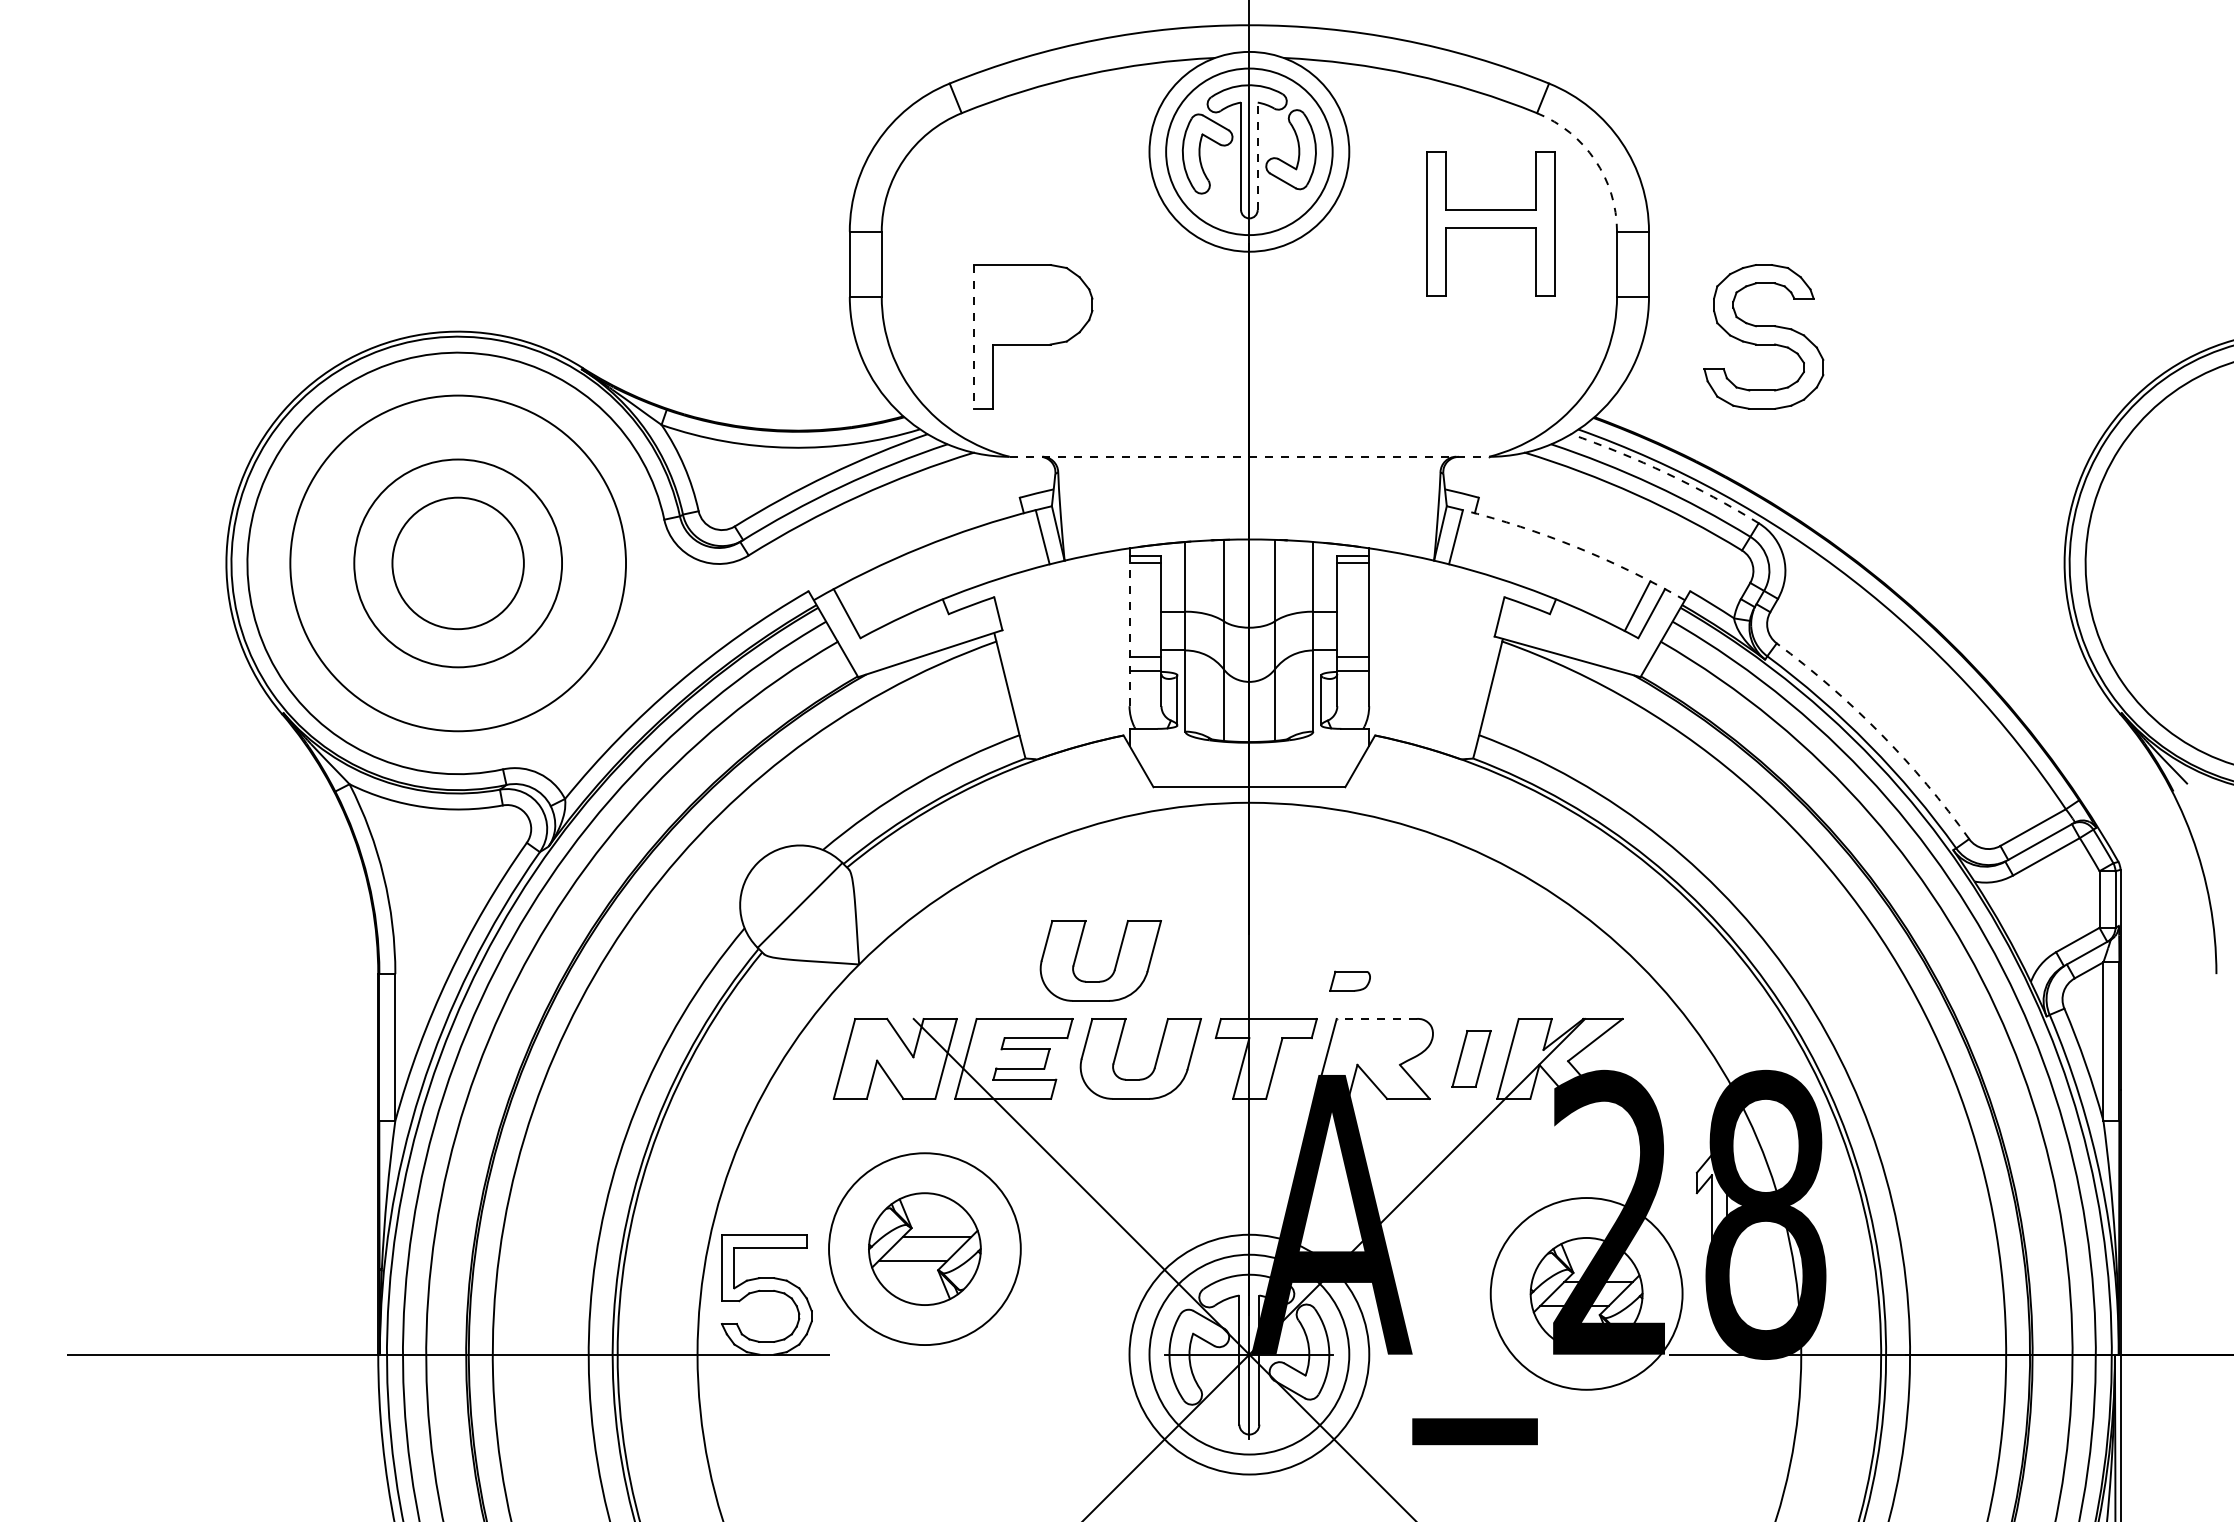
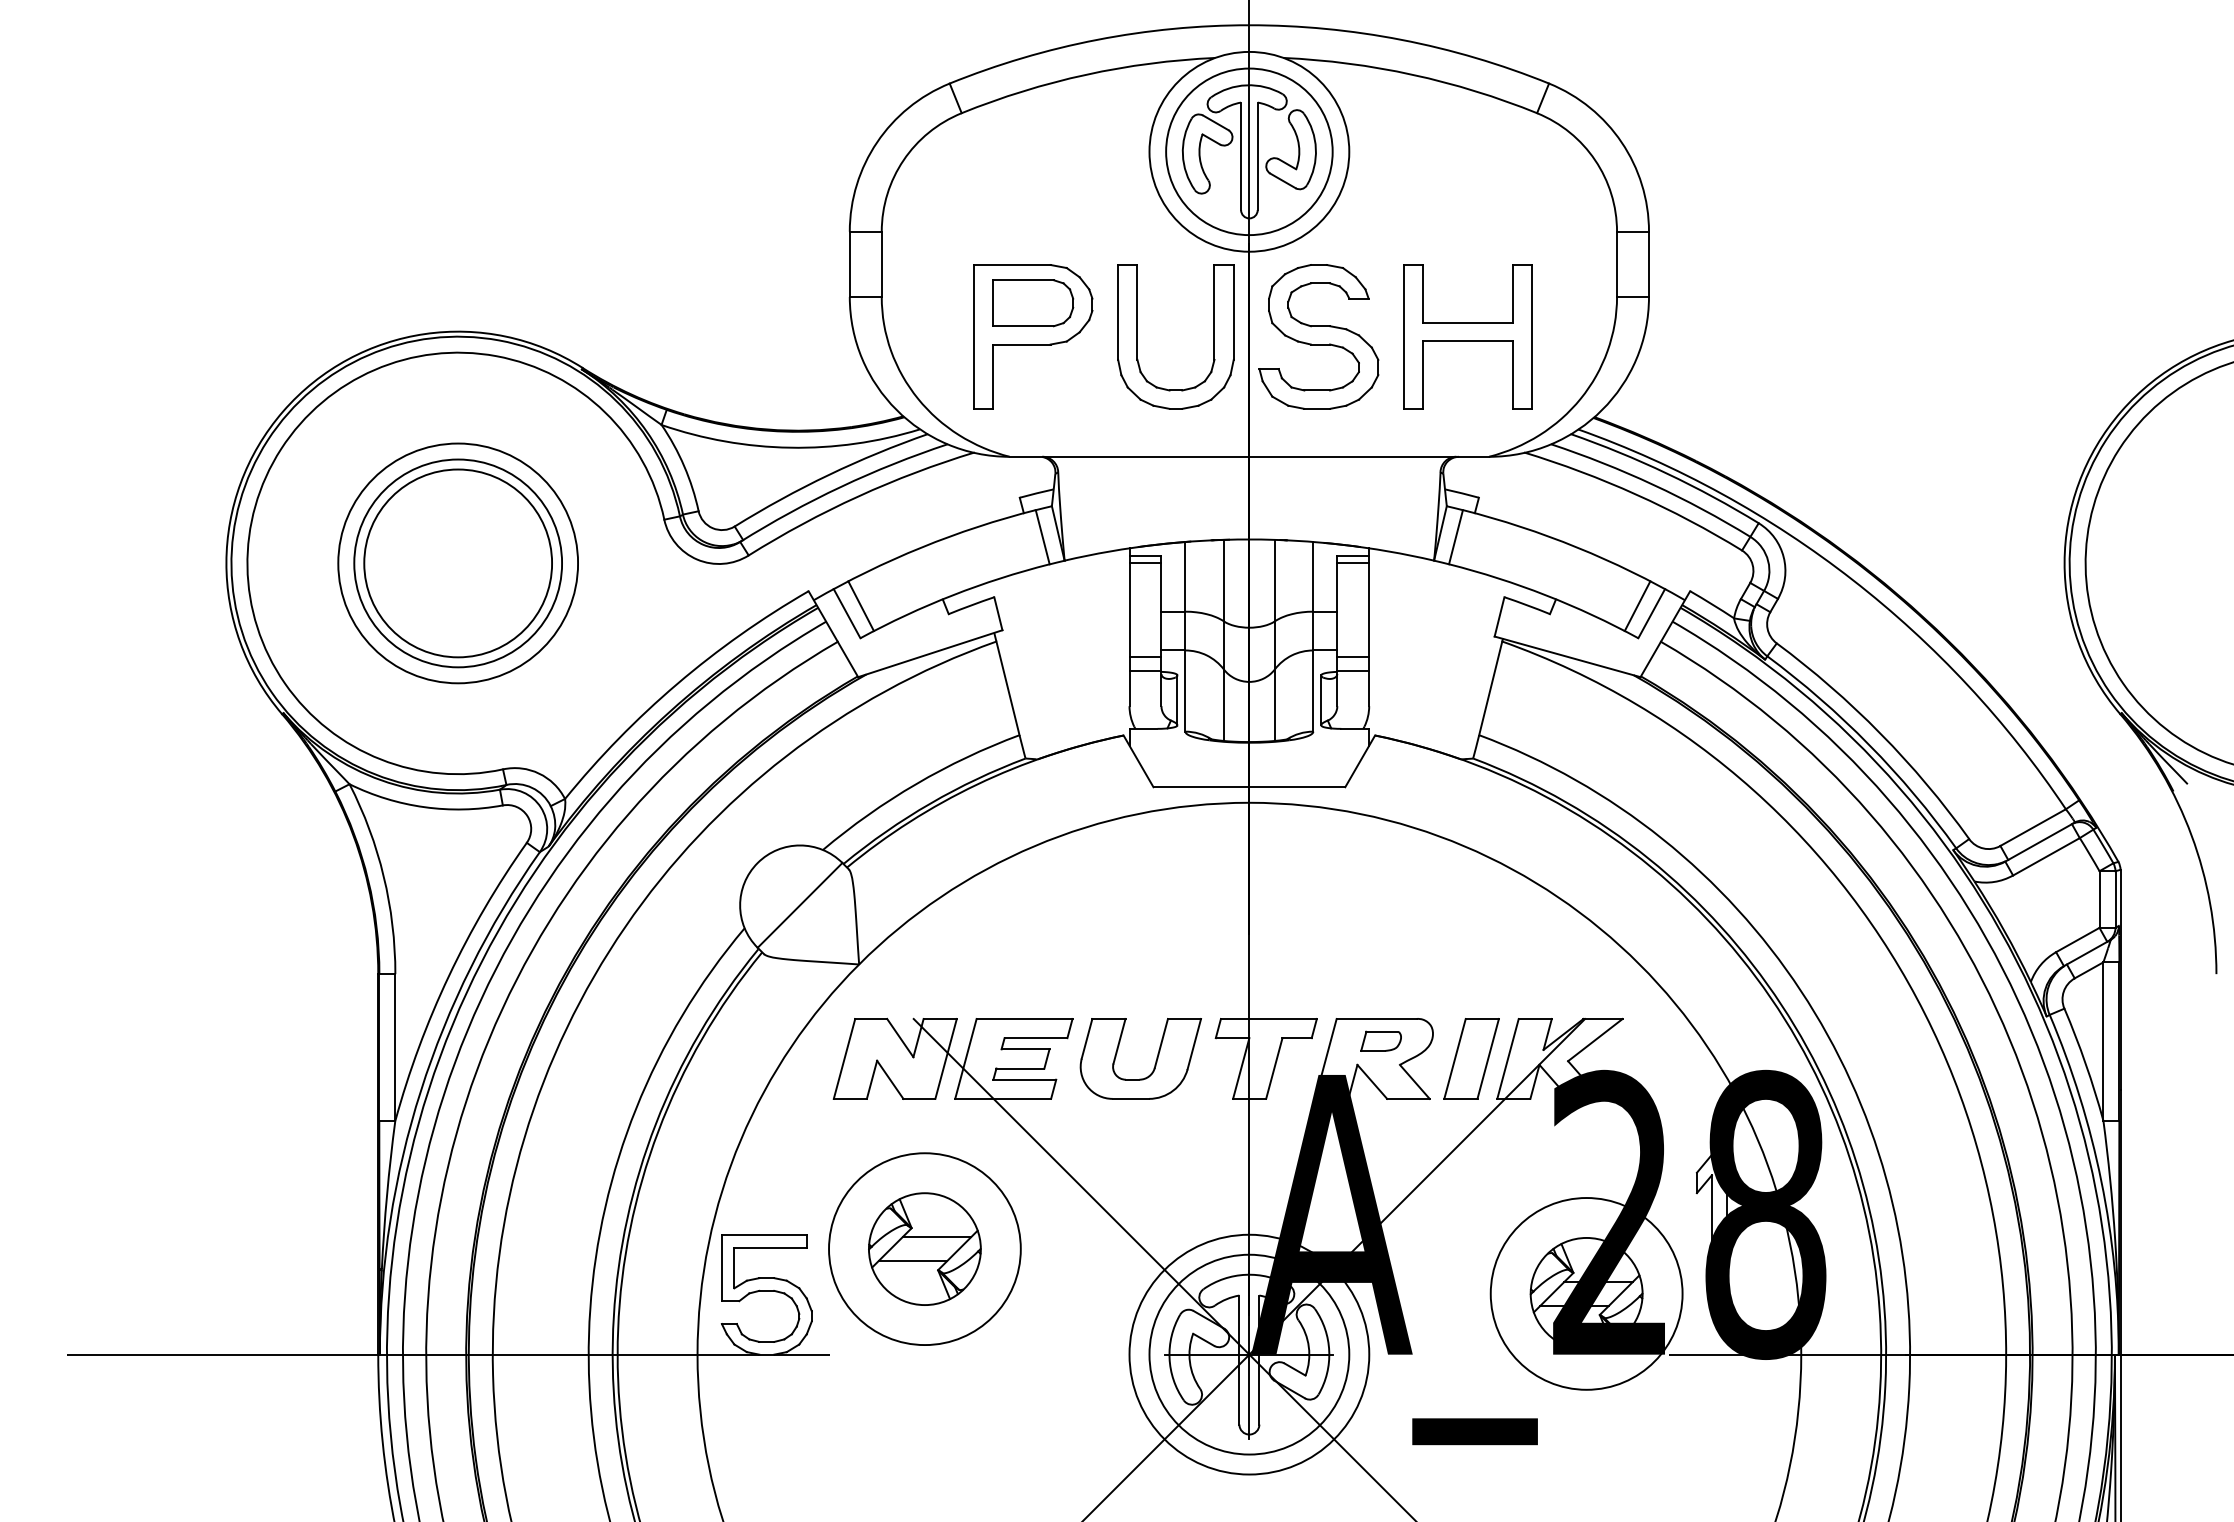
line at (1257, 156): dashed -> solid
arc at (1595, 160): dashed -> solid
part at (1490, 223) position: (1490, 223) -> (1467, 336)
part at (1033, 303): none -> present
line at (973, 336): dashed -> solid
part at (1137, 336): none -> present
part at (1763, 336) position: (1763, 336) -> (1318, 336)
line at (1249, 456): dashed -> solid
arc at (1667, 473): dashed -> solid
arc at (1577, 547): dashed -> solid
circle at (457, 563) diameter: 131 px -> 188 px
circle at (458, 563) diameter: 336 px -> 240 px
line at (860, 606): none -> present
line at (1129, 631): dashed -> solid
arc at (1880, 733): dashed -> solid
part at (1115, 962): present -> none
part at (1349, 980) position: (1349, 980) -> (1380, 1040)
line at (1376, 1018): dashed -> solid
part at (1471, 1058) size: 41x58 px -> 57x82 px
